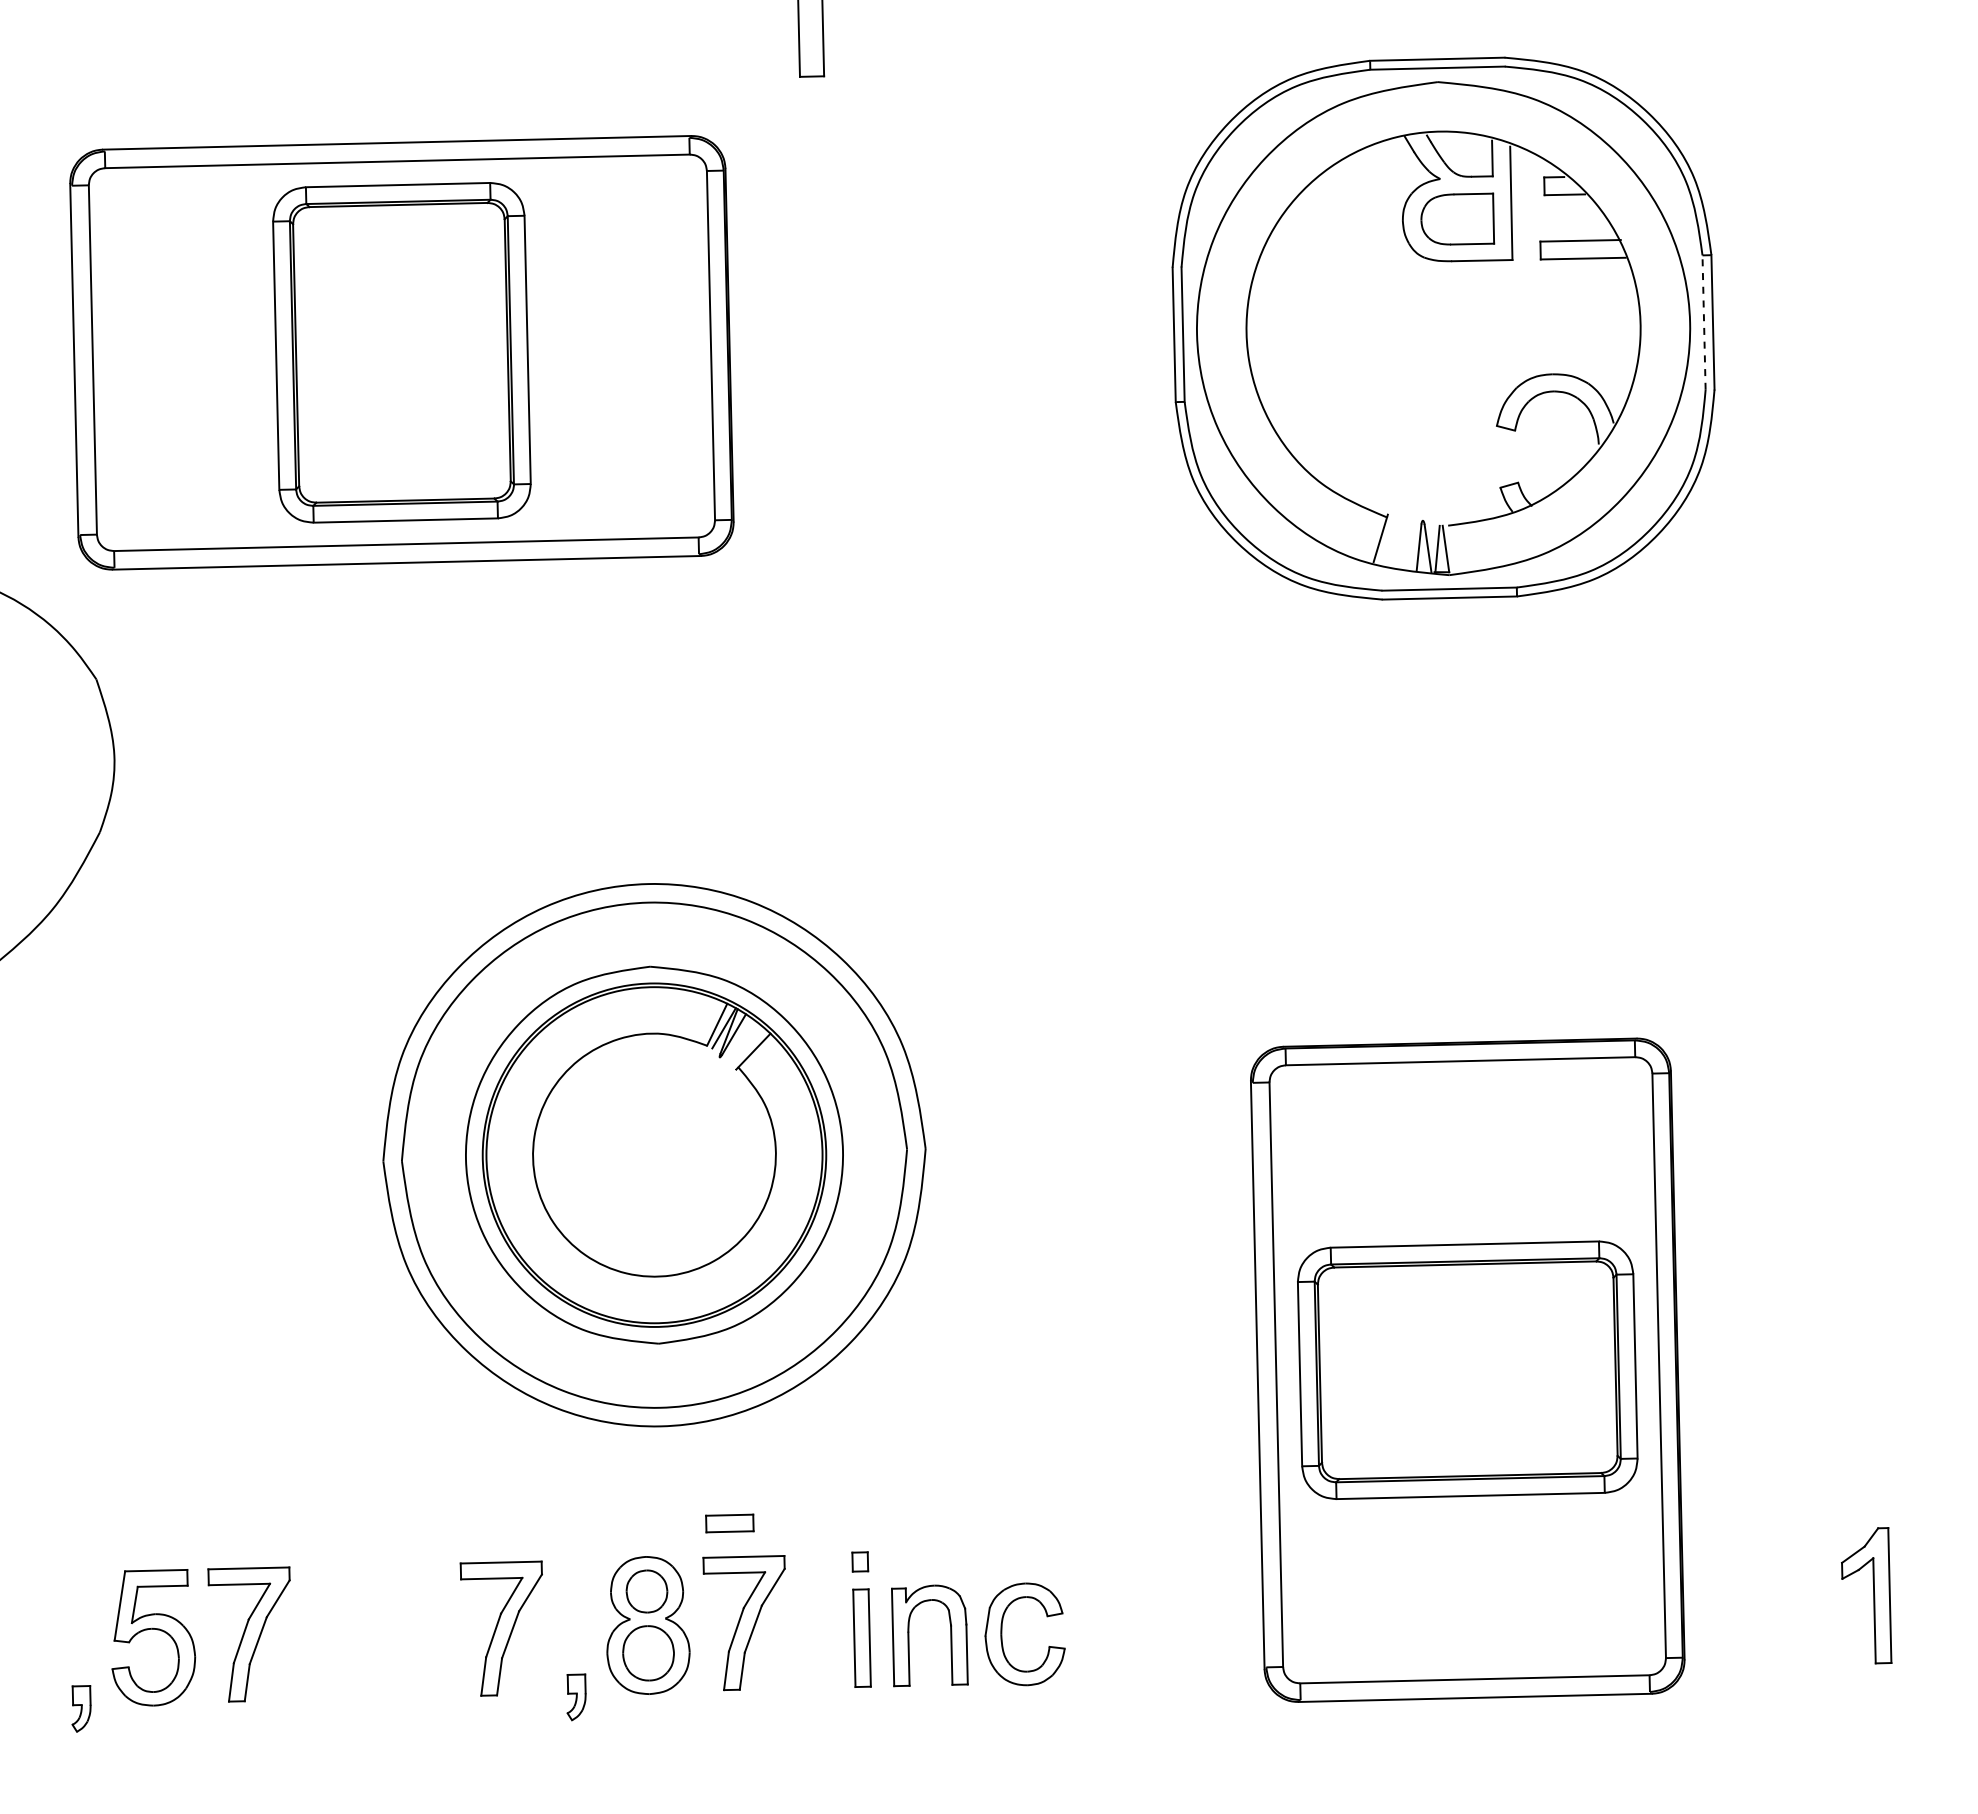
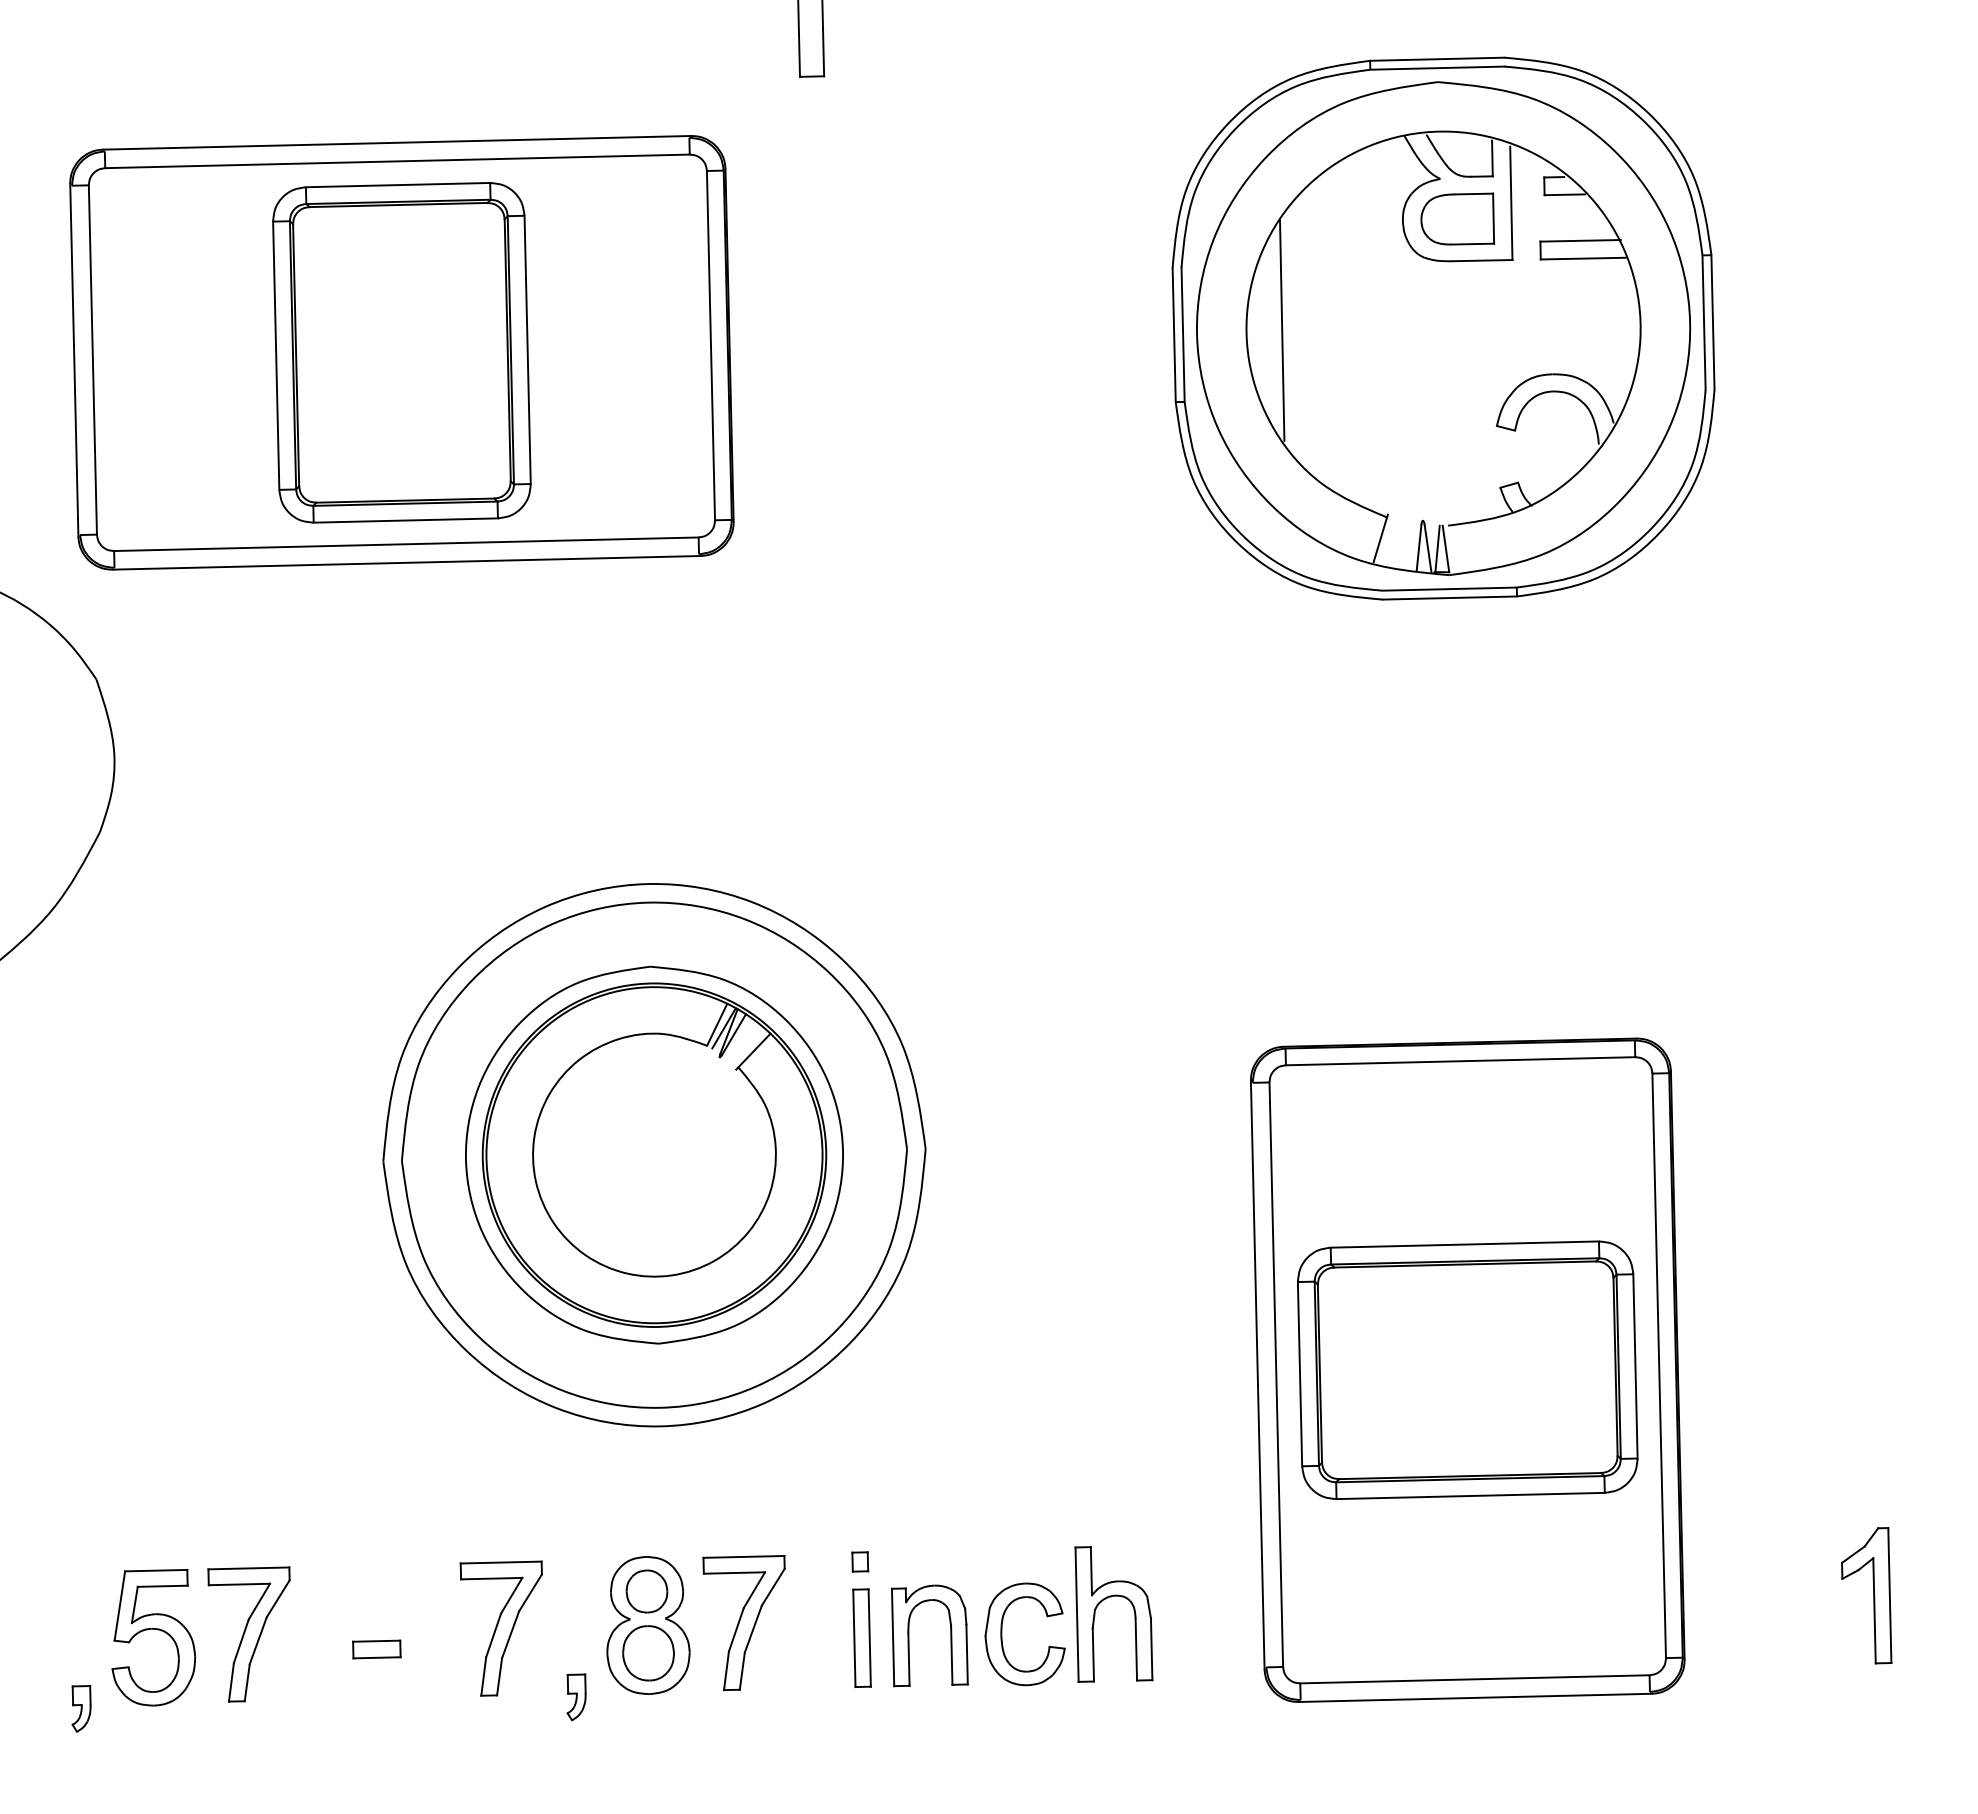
line at (1704, 322): dashed -> solid
line at (1281, 329): none -> present
part at (729, 1523) position: (729, 1523) -> (376, 1649)
part at (1104, 1600): none -> present
